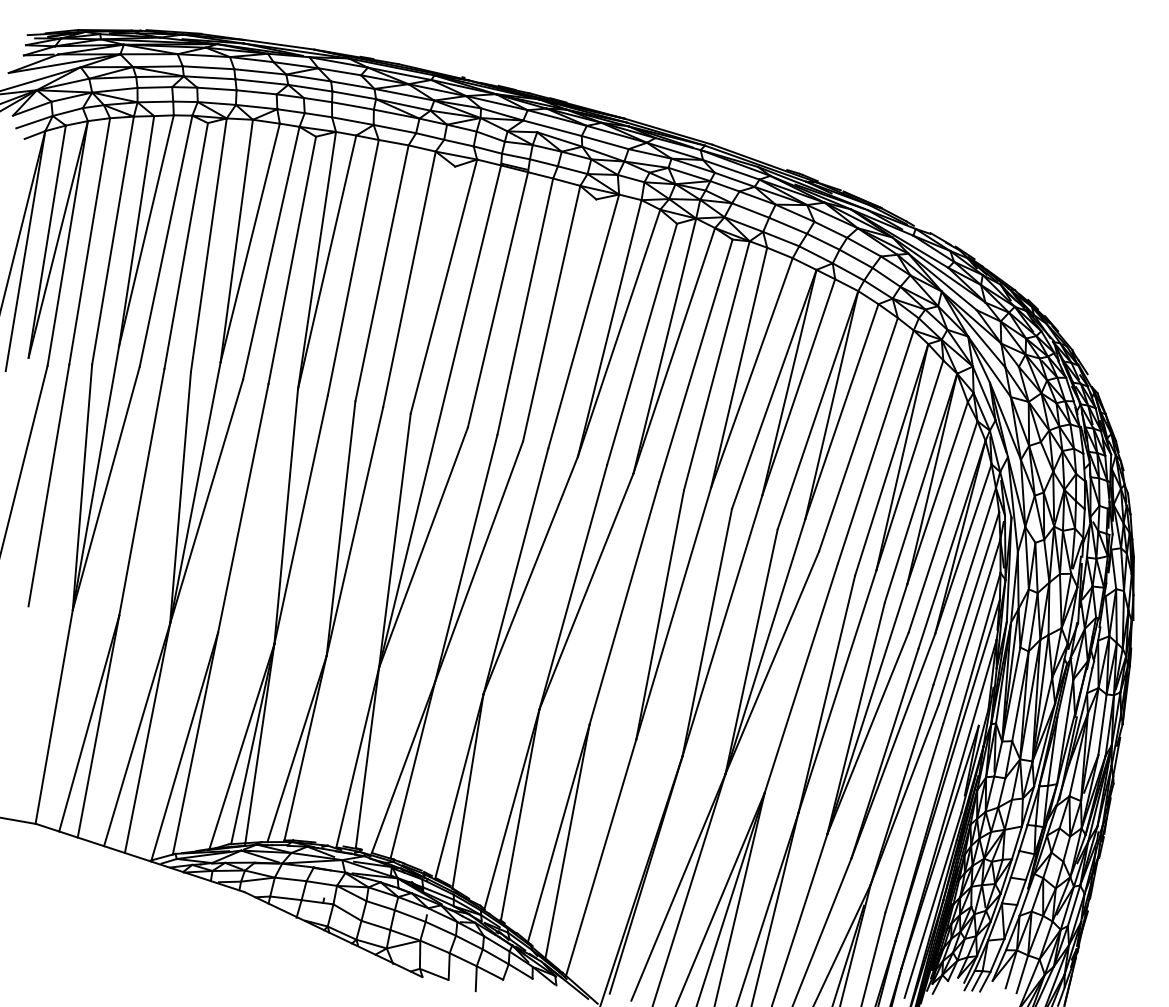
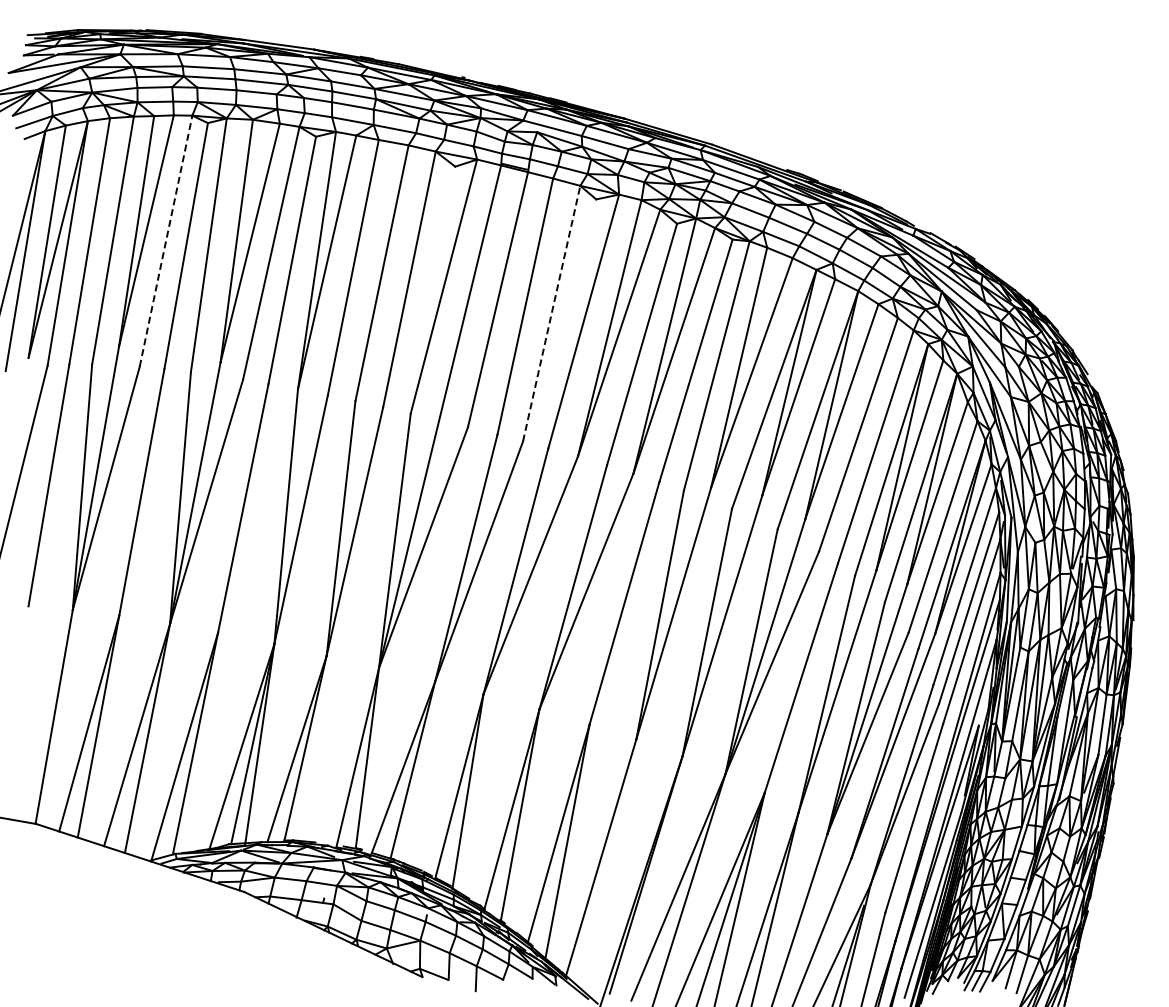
line at (166, 240): solid -> dashed
line at (551, 313): solid -> dashed
